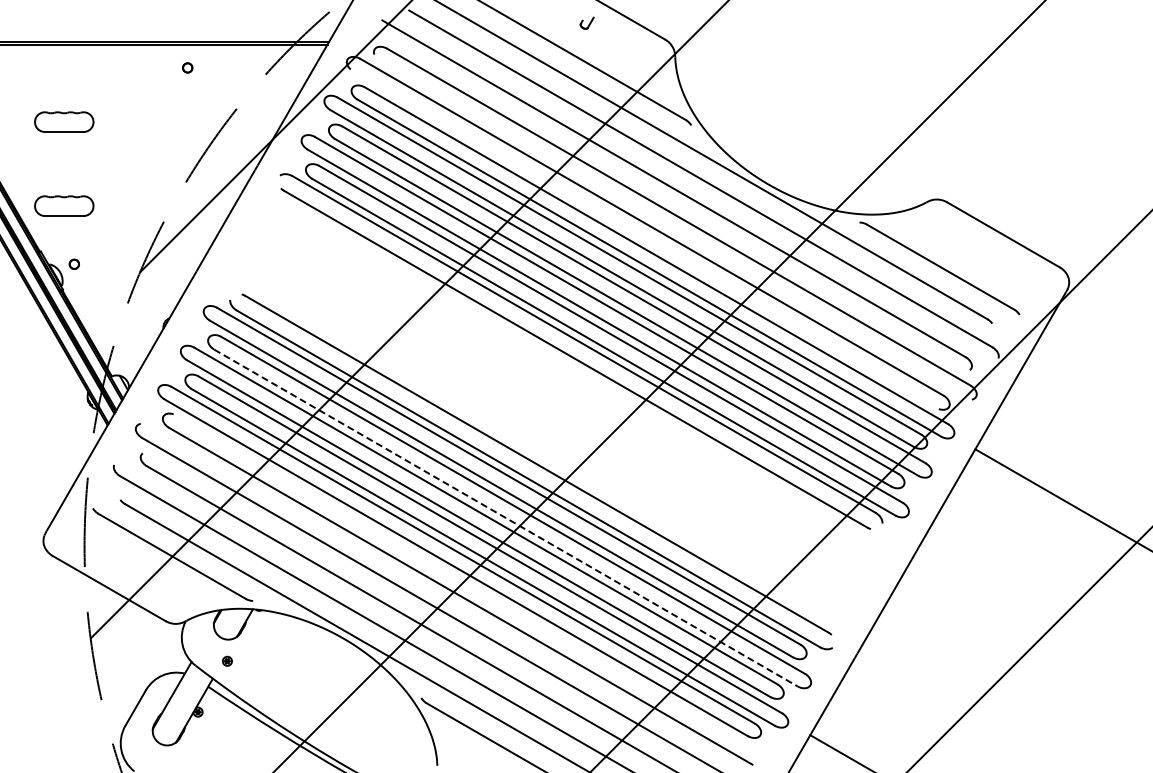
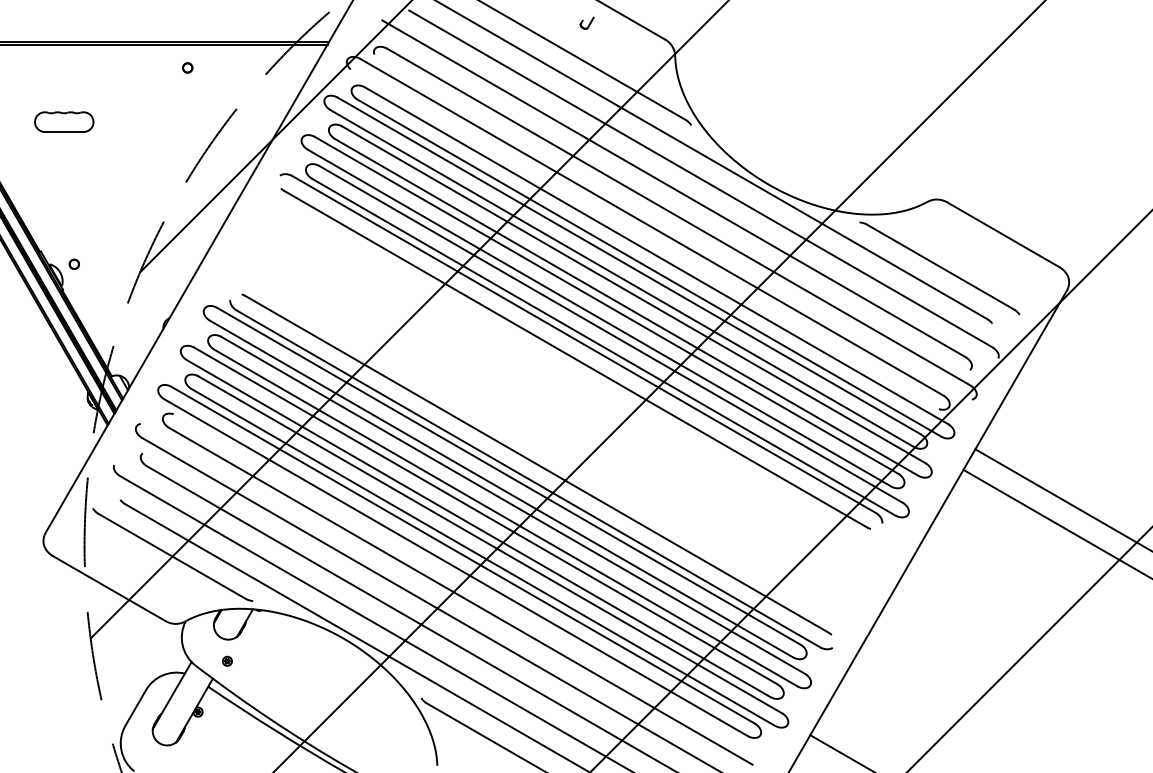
part at (64, 205): present -> none
line at (505, 518): dashed -> solid
line at (1056, 523): none -> present
